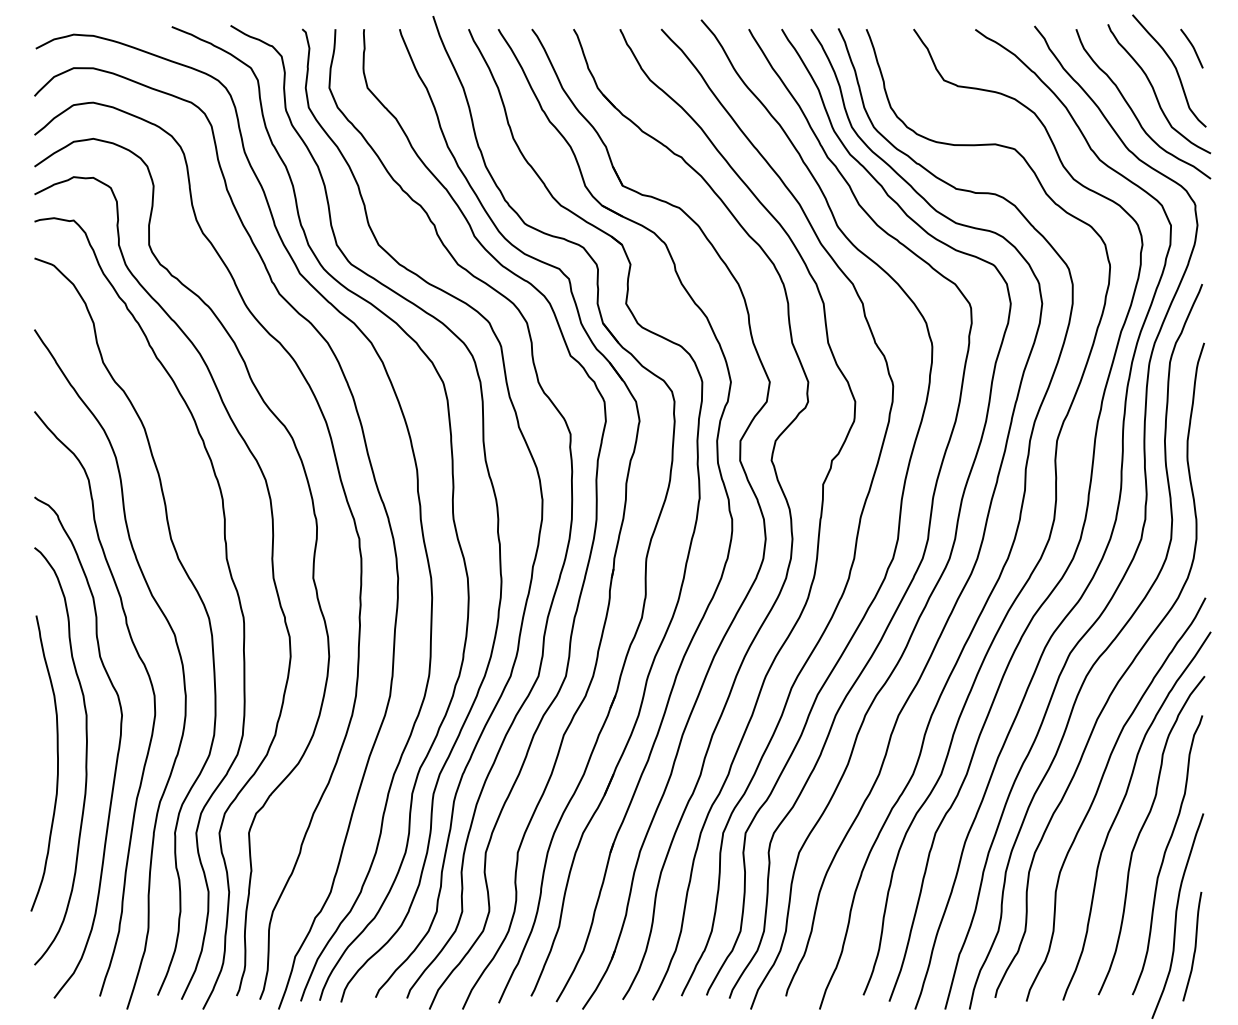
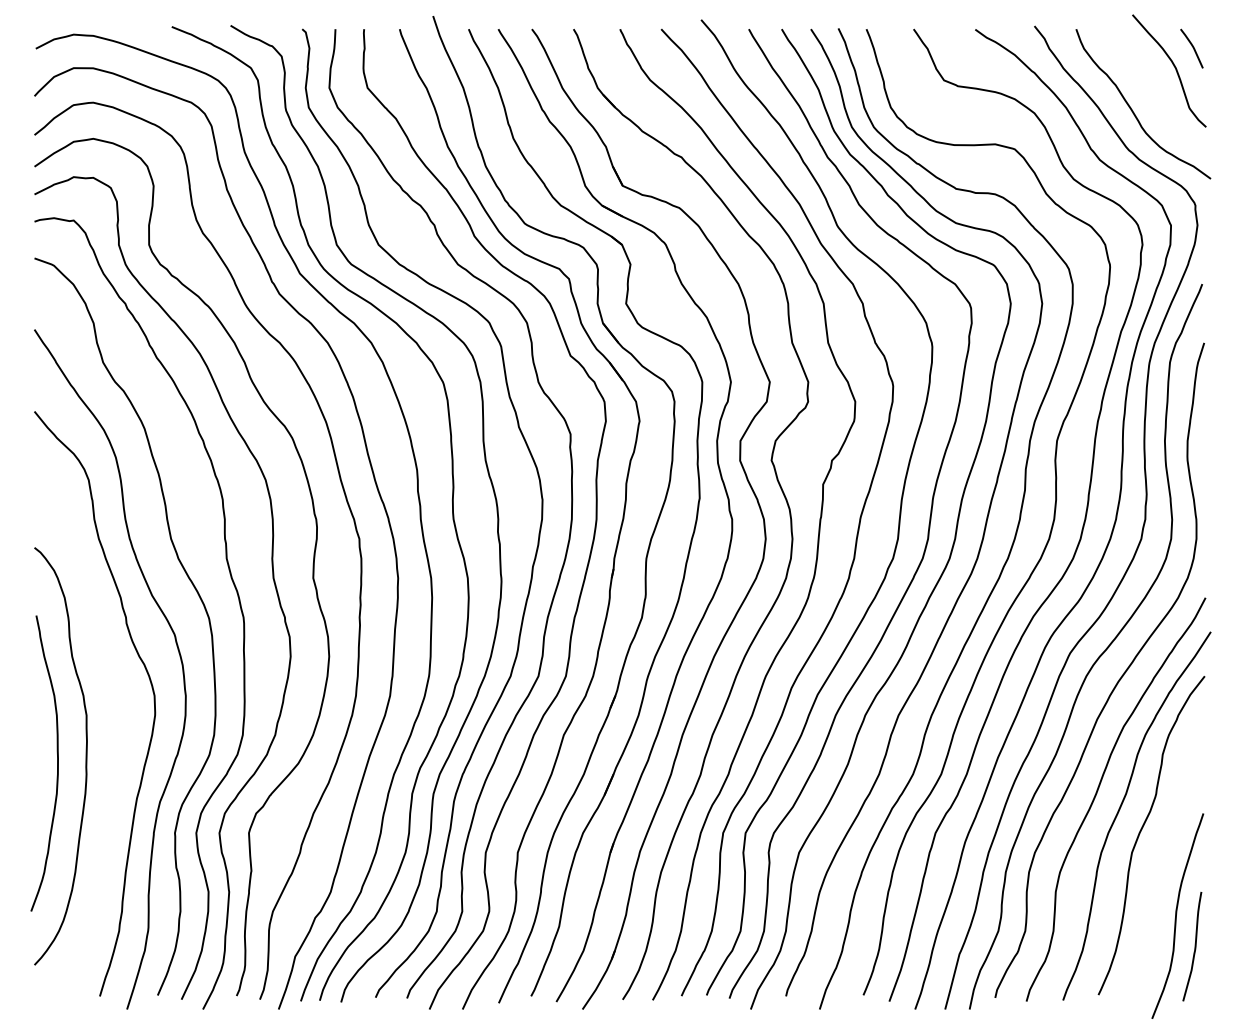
curve at (1155, 91): present -> none
curve at (116, 755): present -> none
curve at (1165, 855): present -> none
